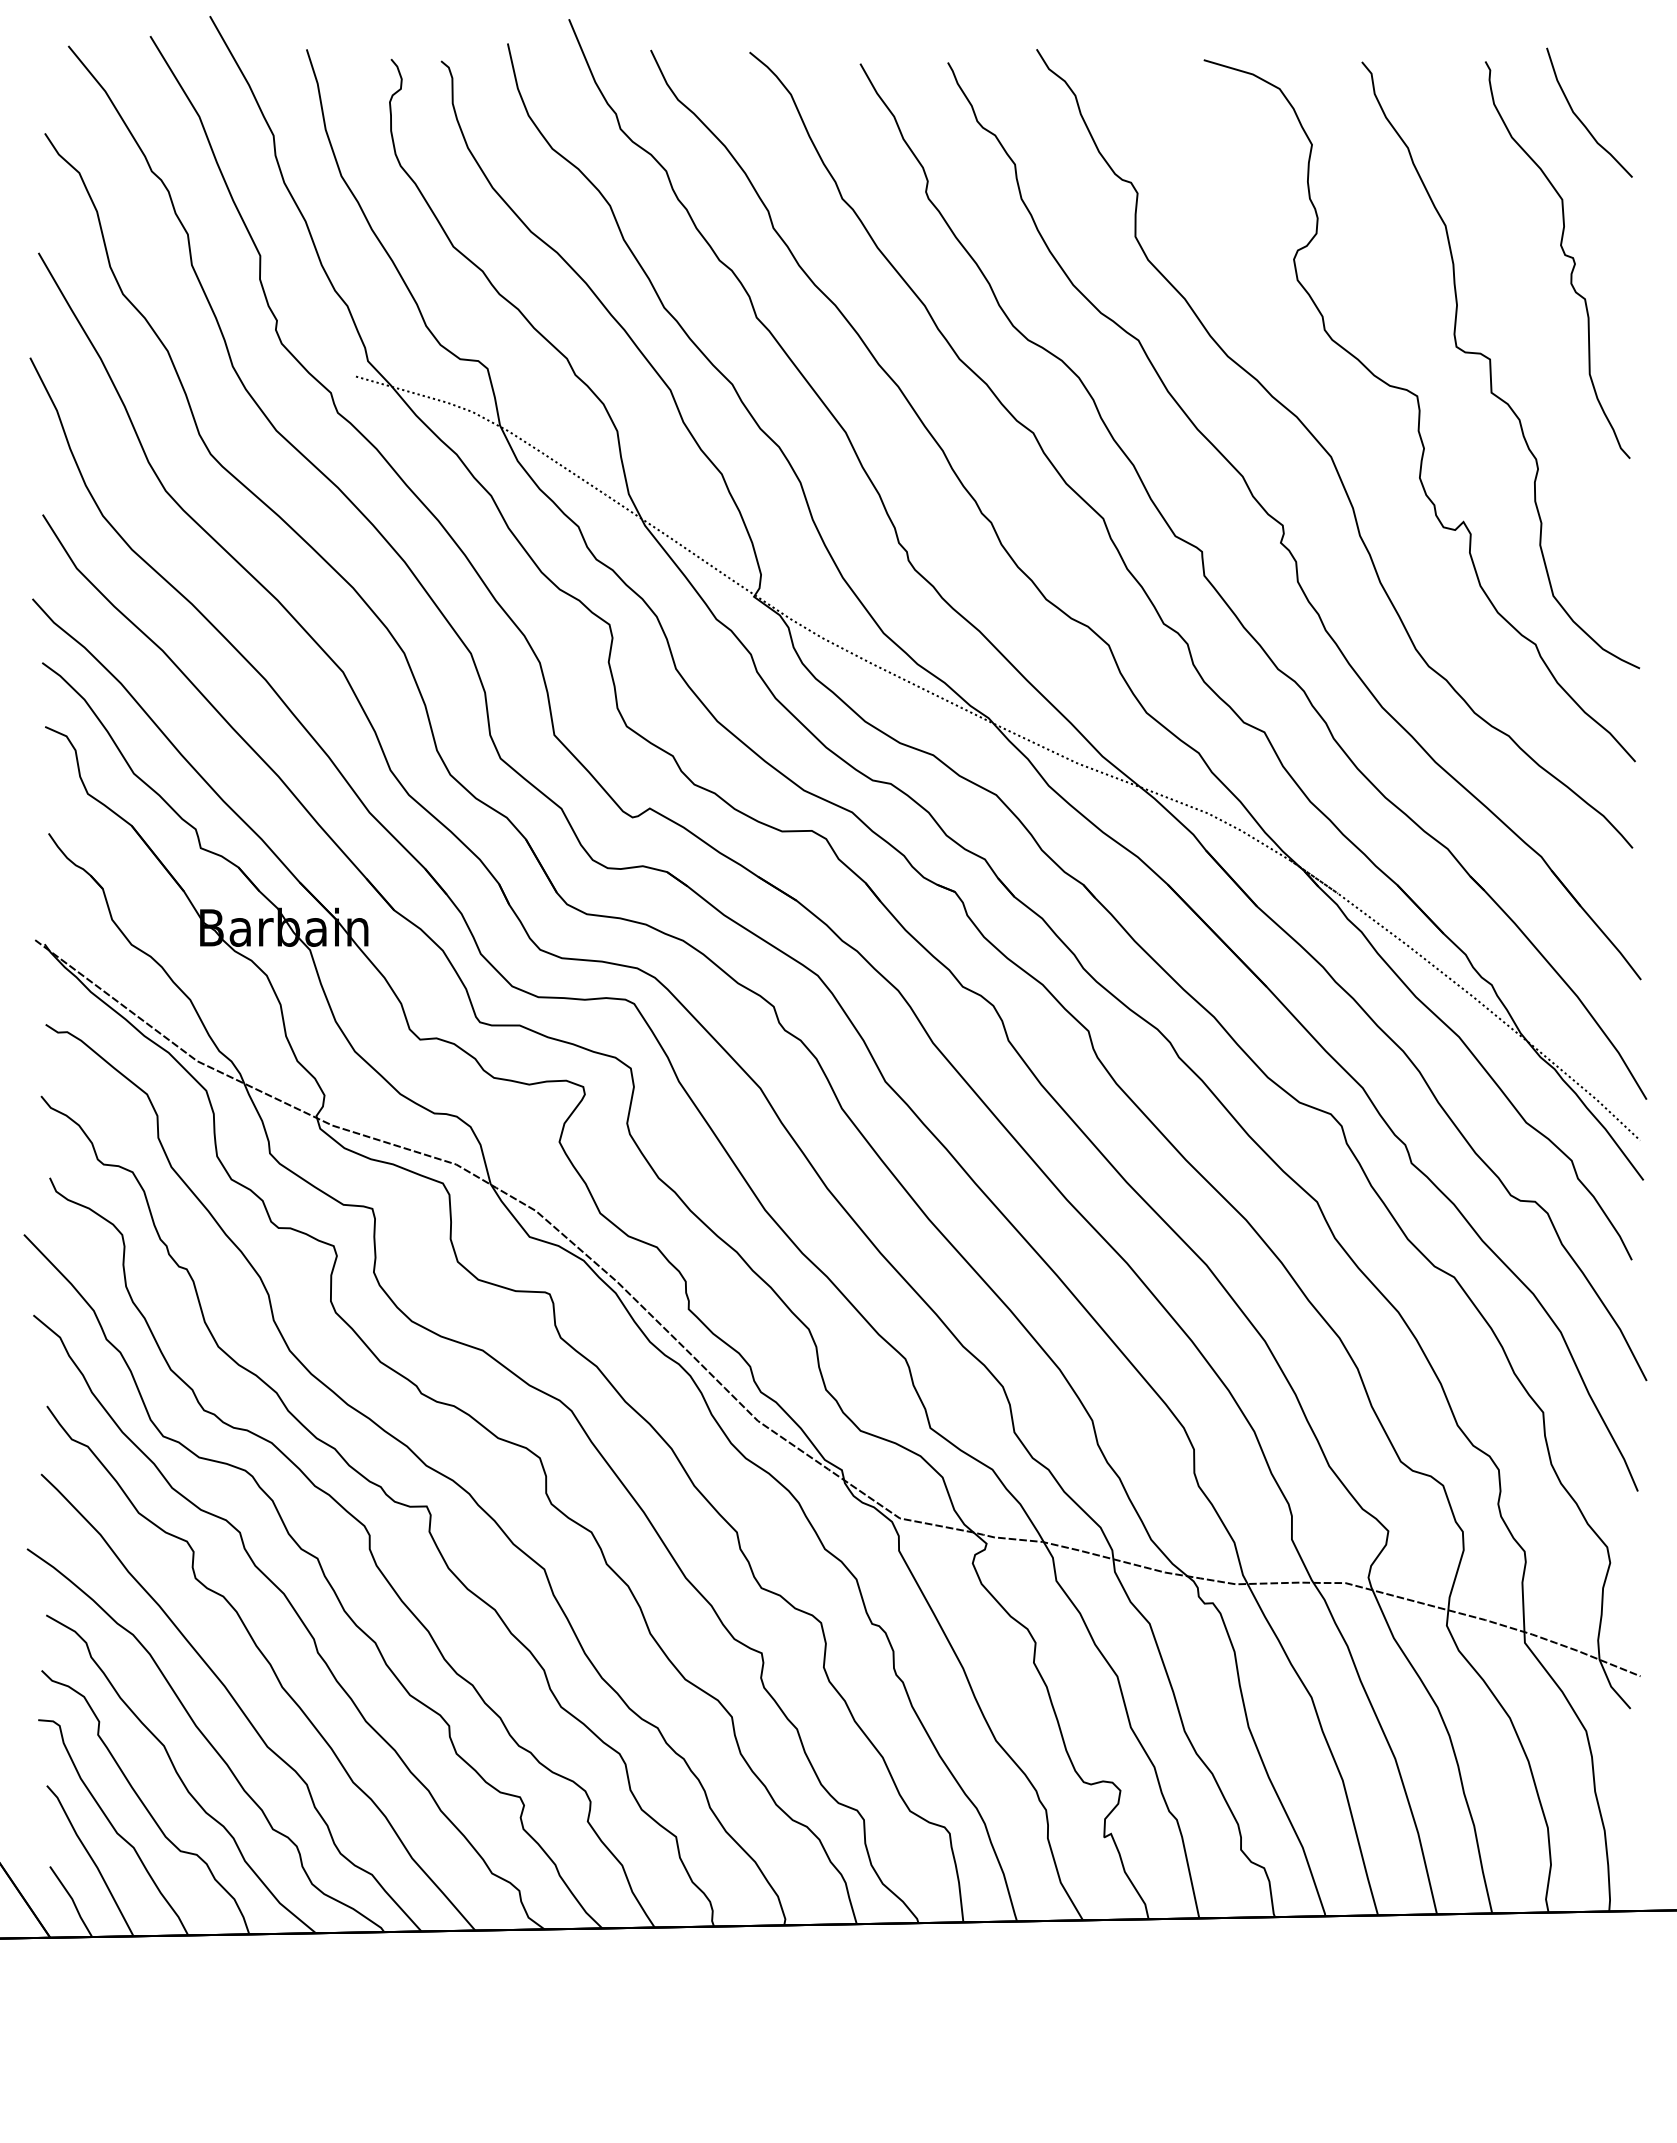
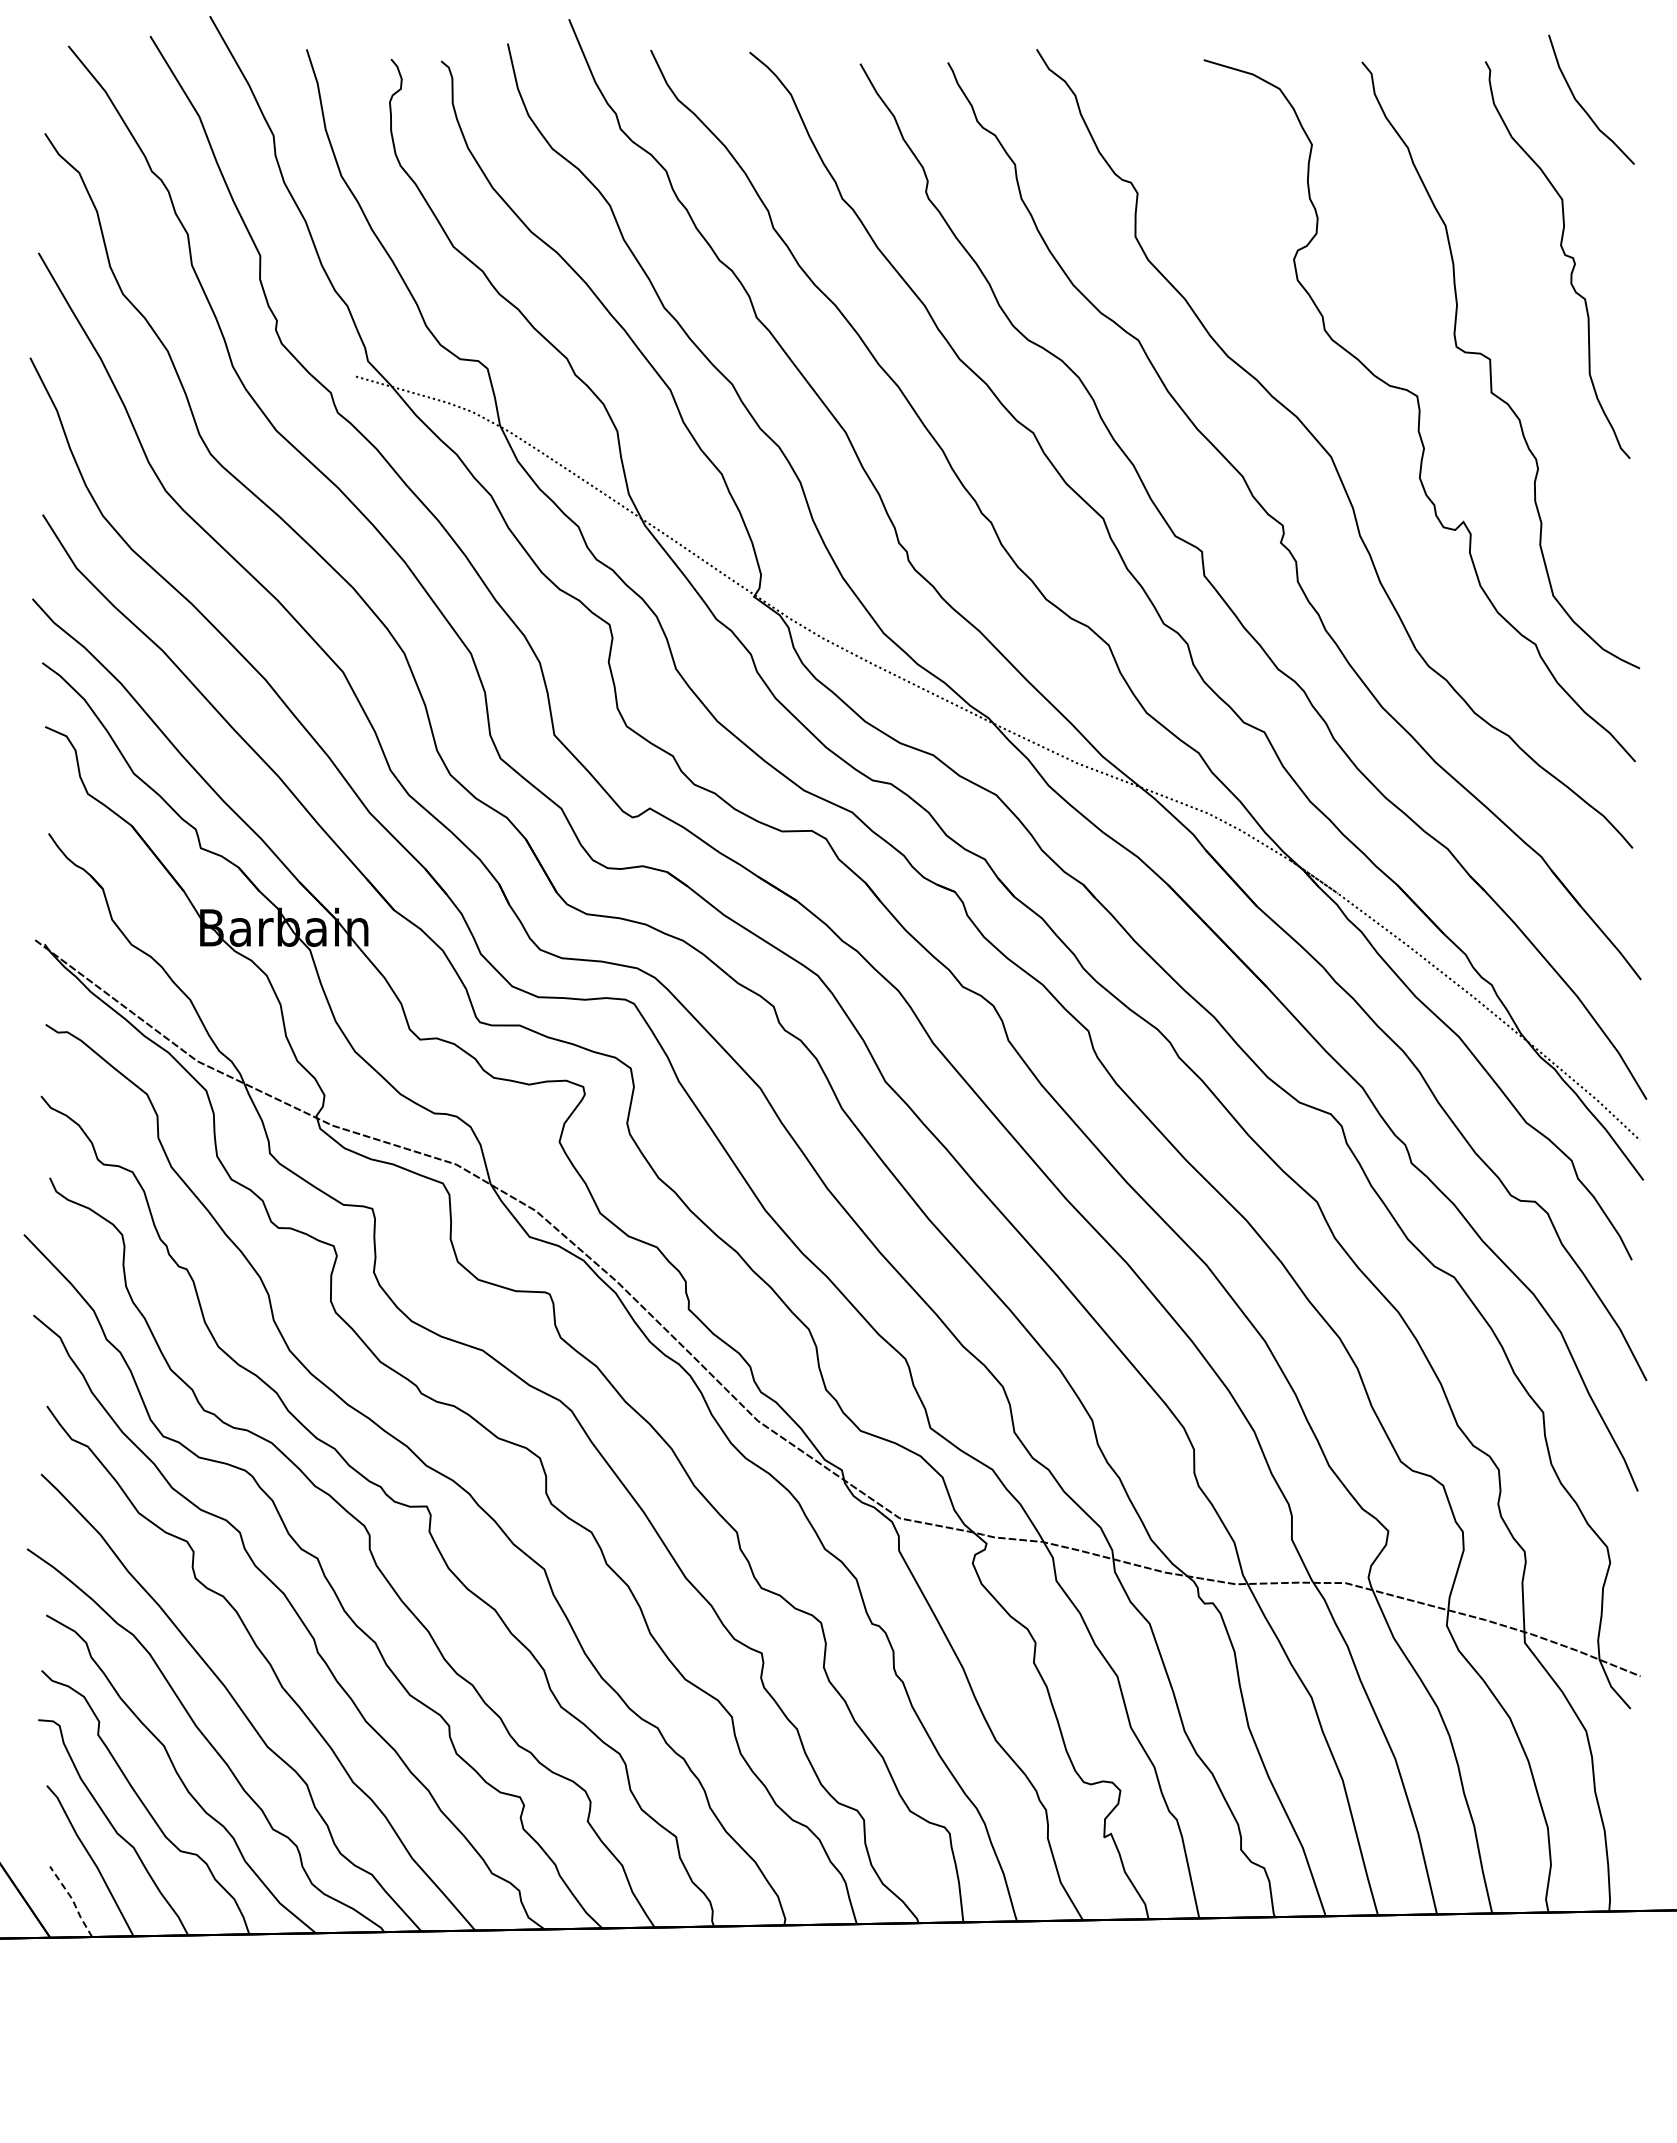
curve at (1581, 120) position: (1581, 120) -> (1583, 107)
line at (73, 1900): solid -> dashed
